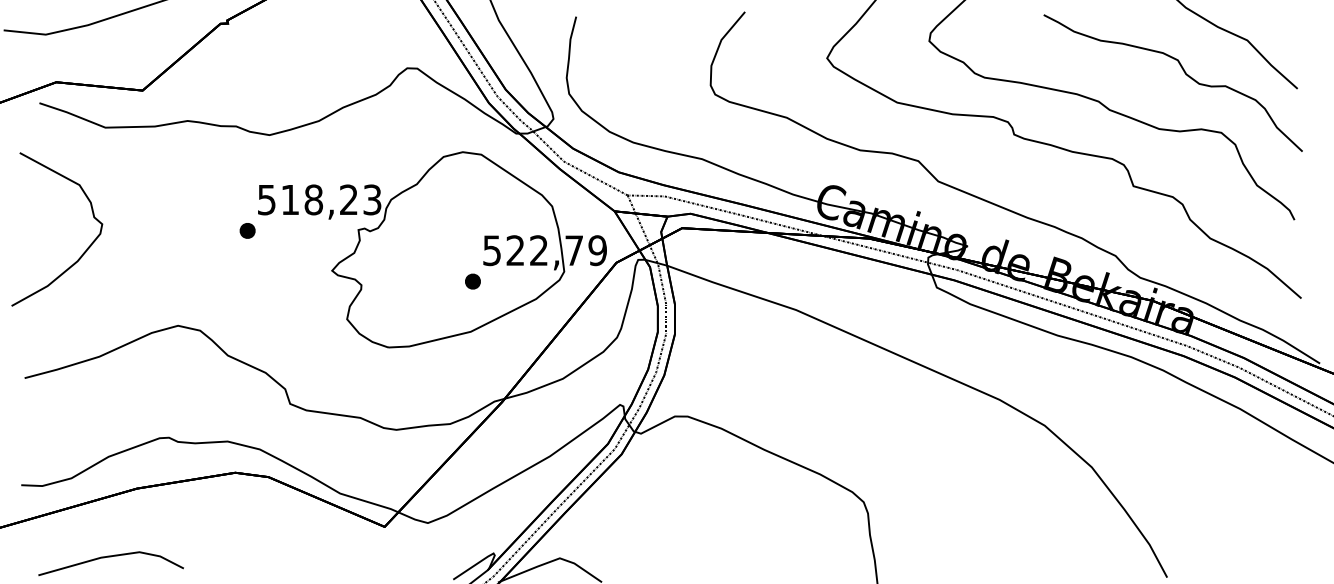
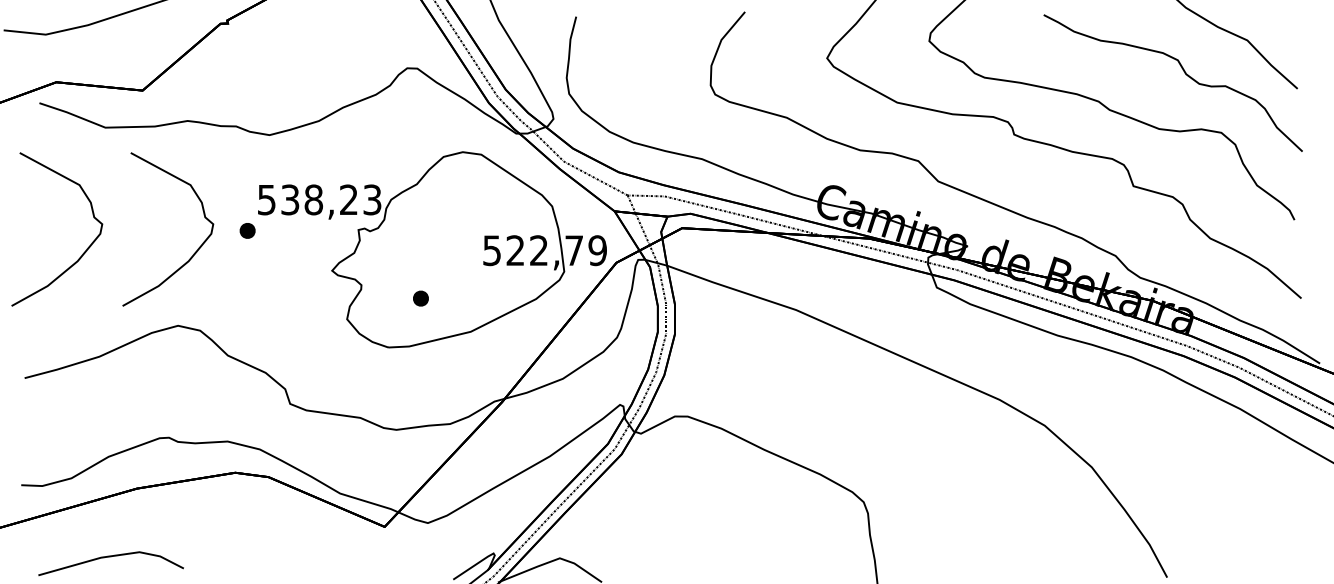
text at (290, 199): 518,23 -> 538,23
curve at (193, 253): none -> present
part at (472, 281) position: (472, 281) -> (420, 298)
